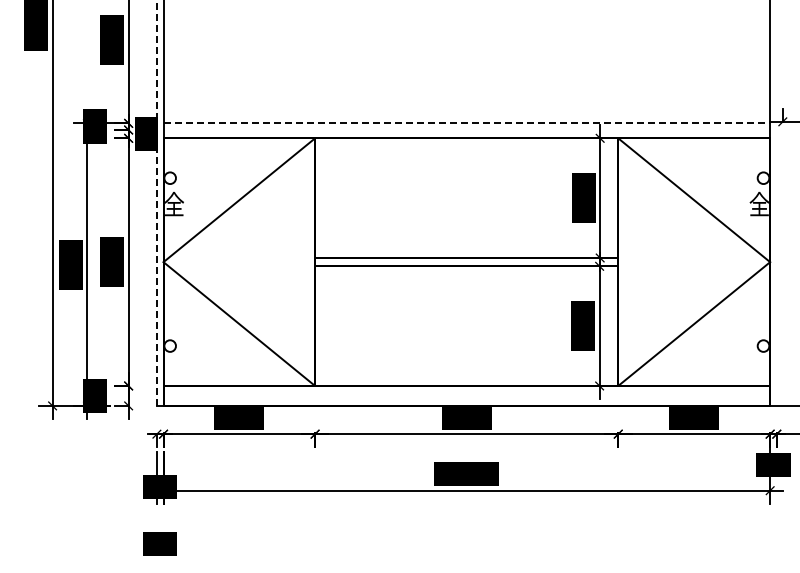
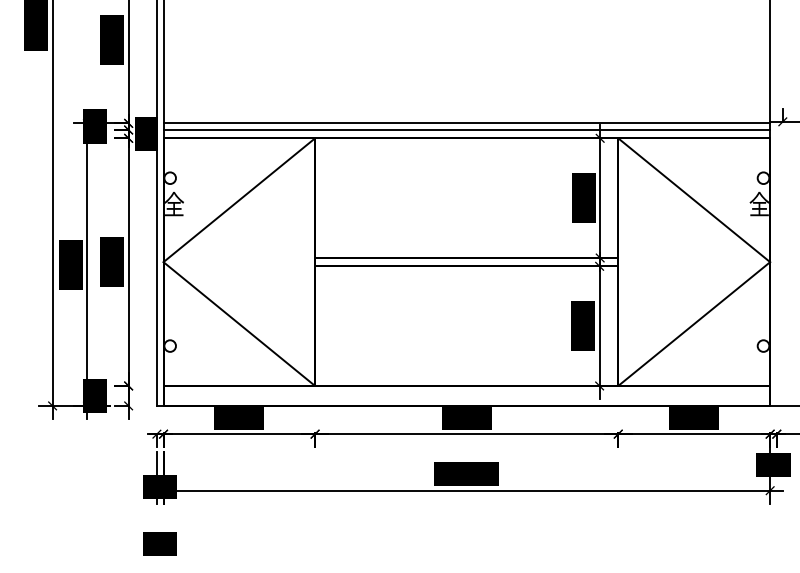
line at (467, 123): dashed -> solid
line at (466, 130): none -> present
line at (156, 203): dashed -> solid
